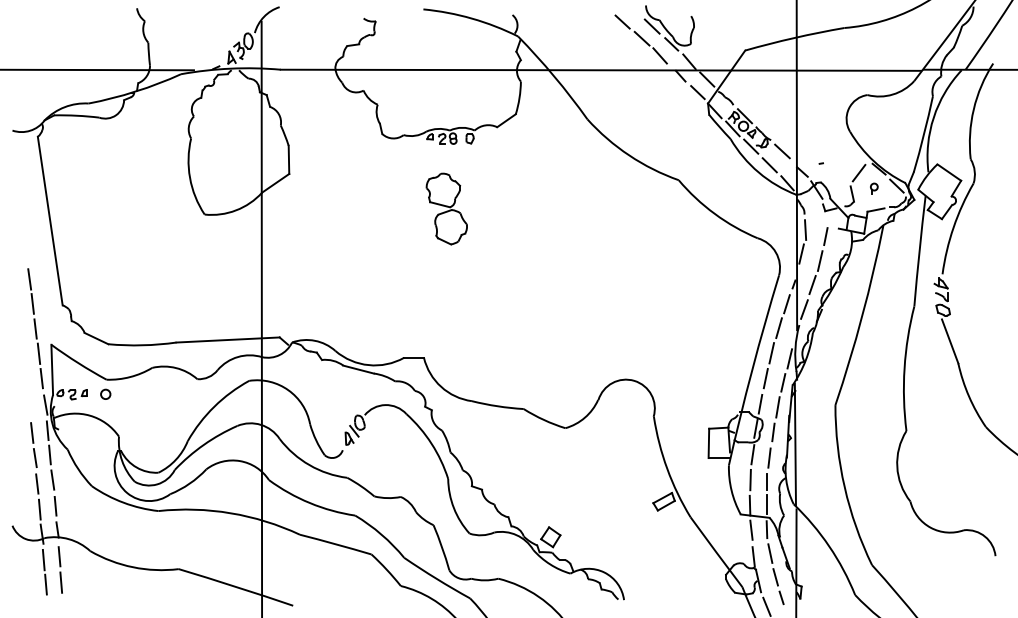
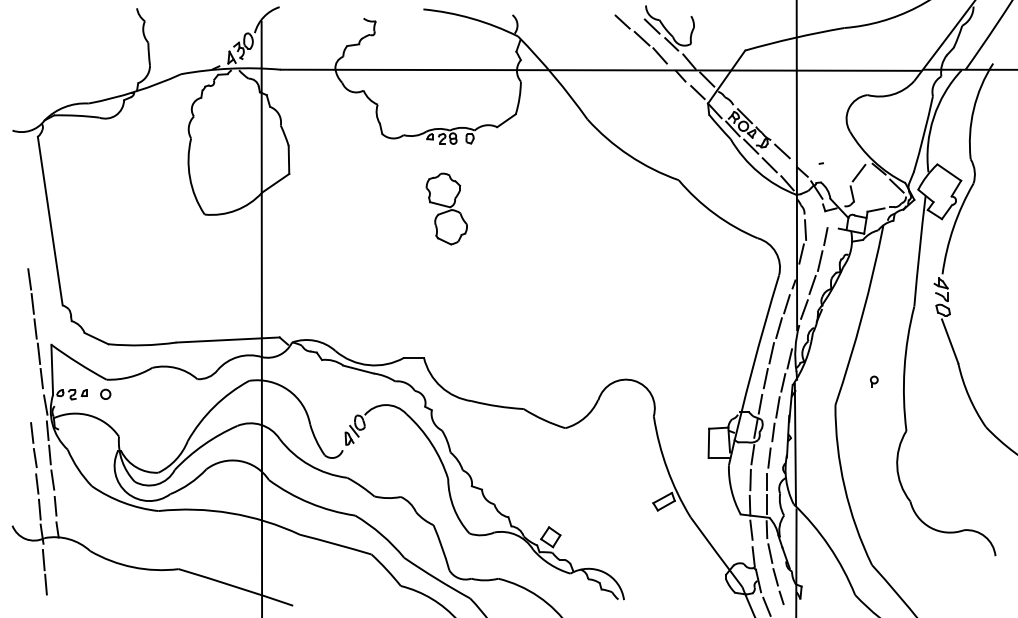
line at (98, 69): present -> none
part at (874, 188) position: (874, 188) -> (874, 381)
line at (59, 567): present -> none
